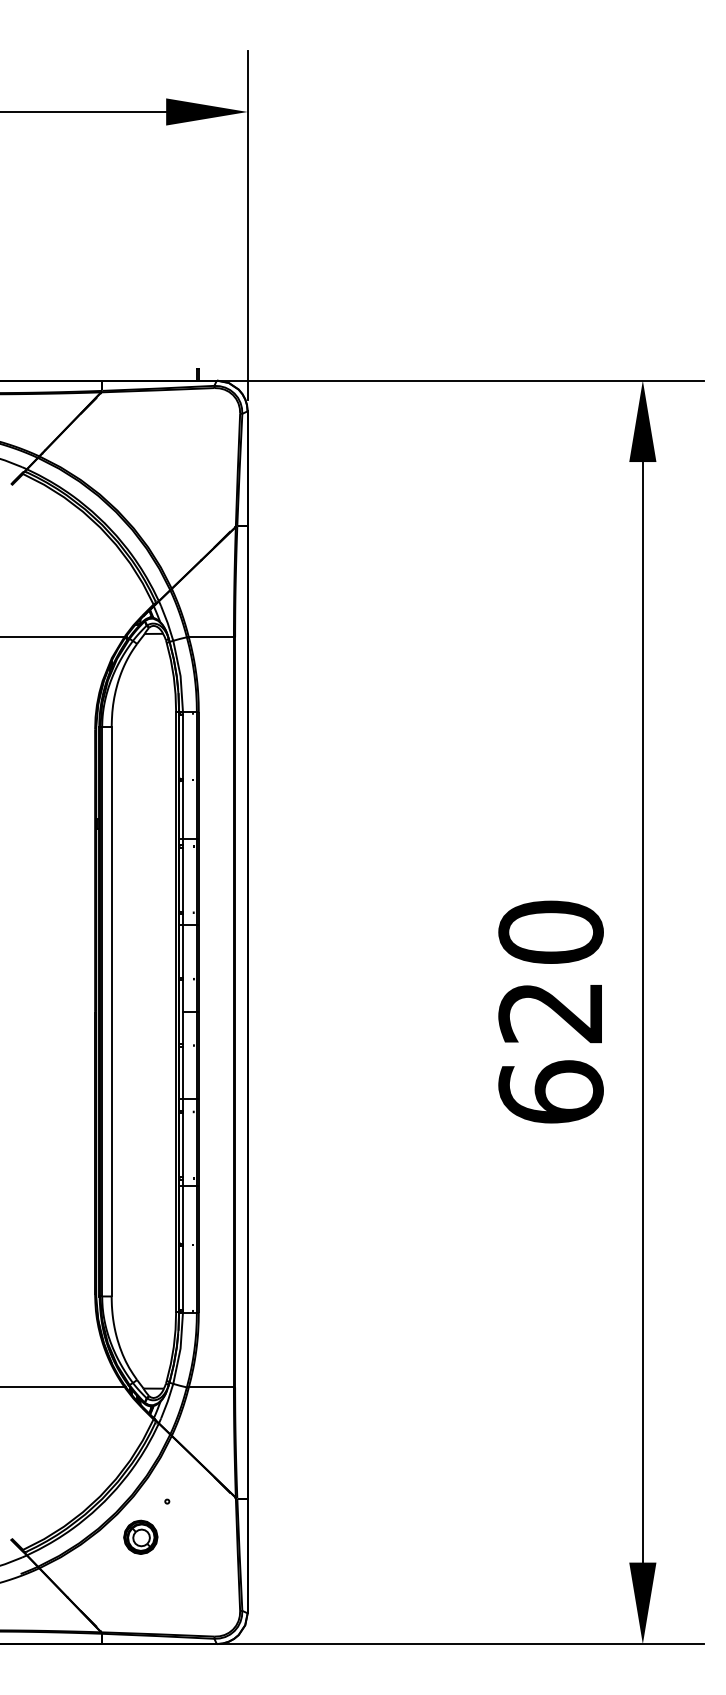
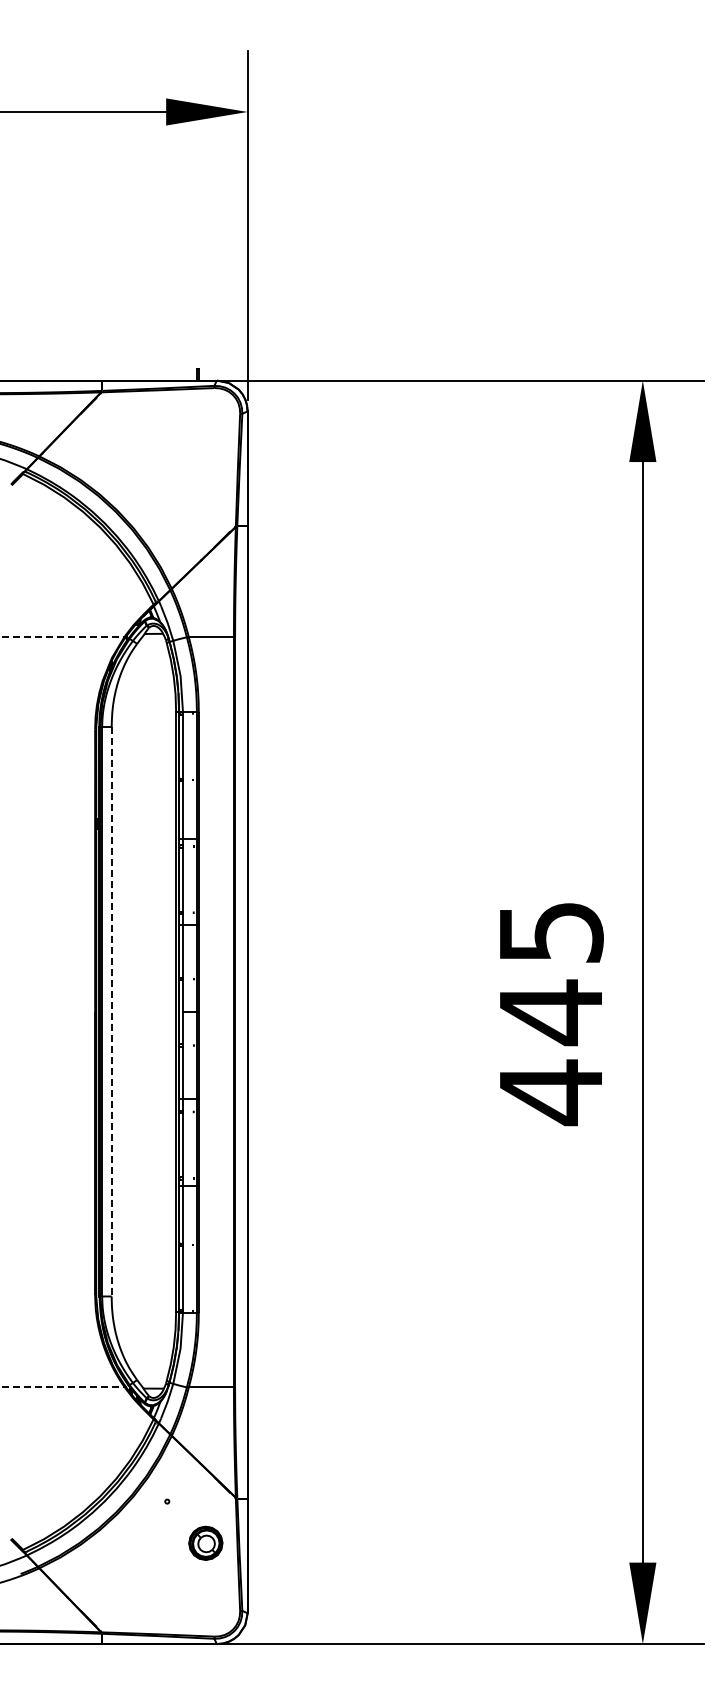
line at (61, 636): solid -> dashed
line at (111, 1012): solid -> dashed
text at (550, 1013): 620 -> 445
line at (61, 1386): solid -> dashed
part at (140, 1536) position: (140, 1536) -> (205, 1542)
